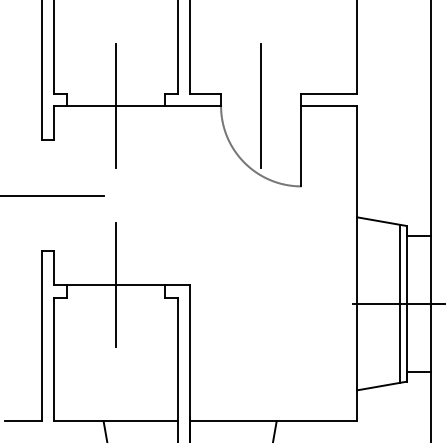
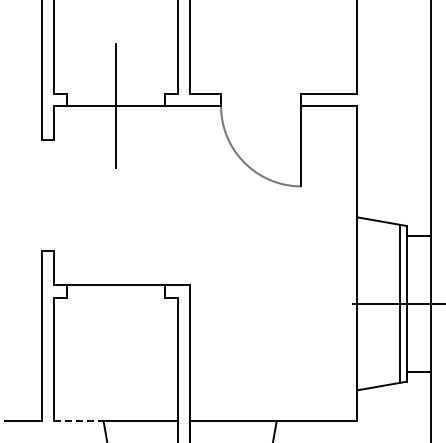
line at (261, 105): present -> none
line at (52, 195): present -> none
line at (115, 285): present -> none
line at (78, 421): solid -> dashed
